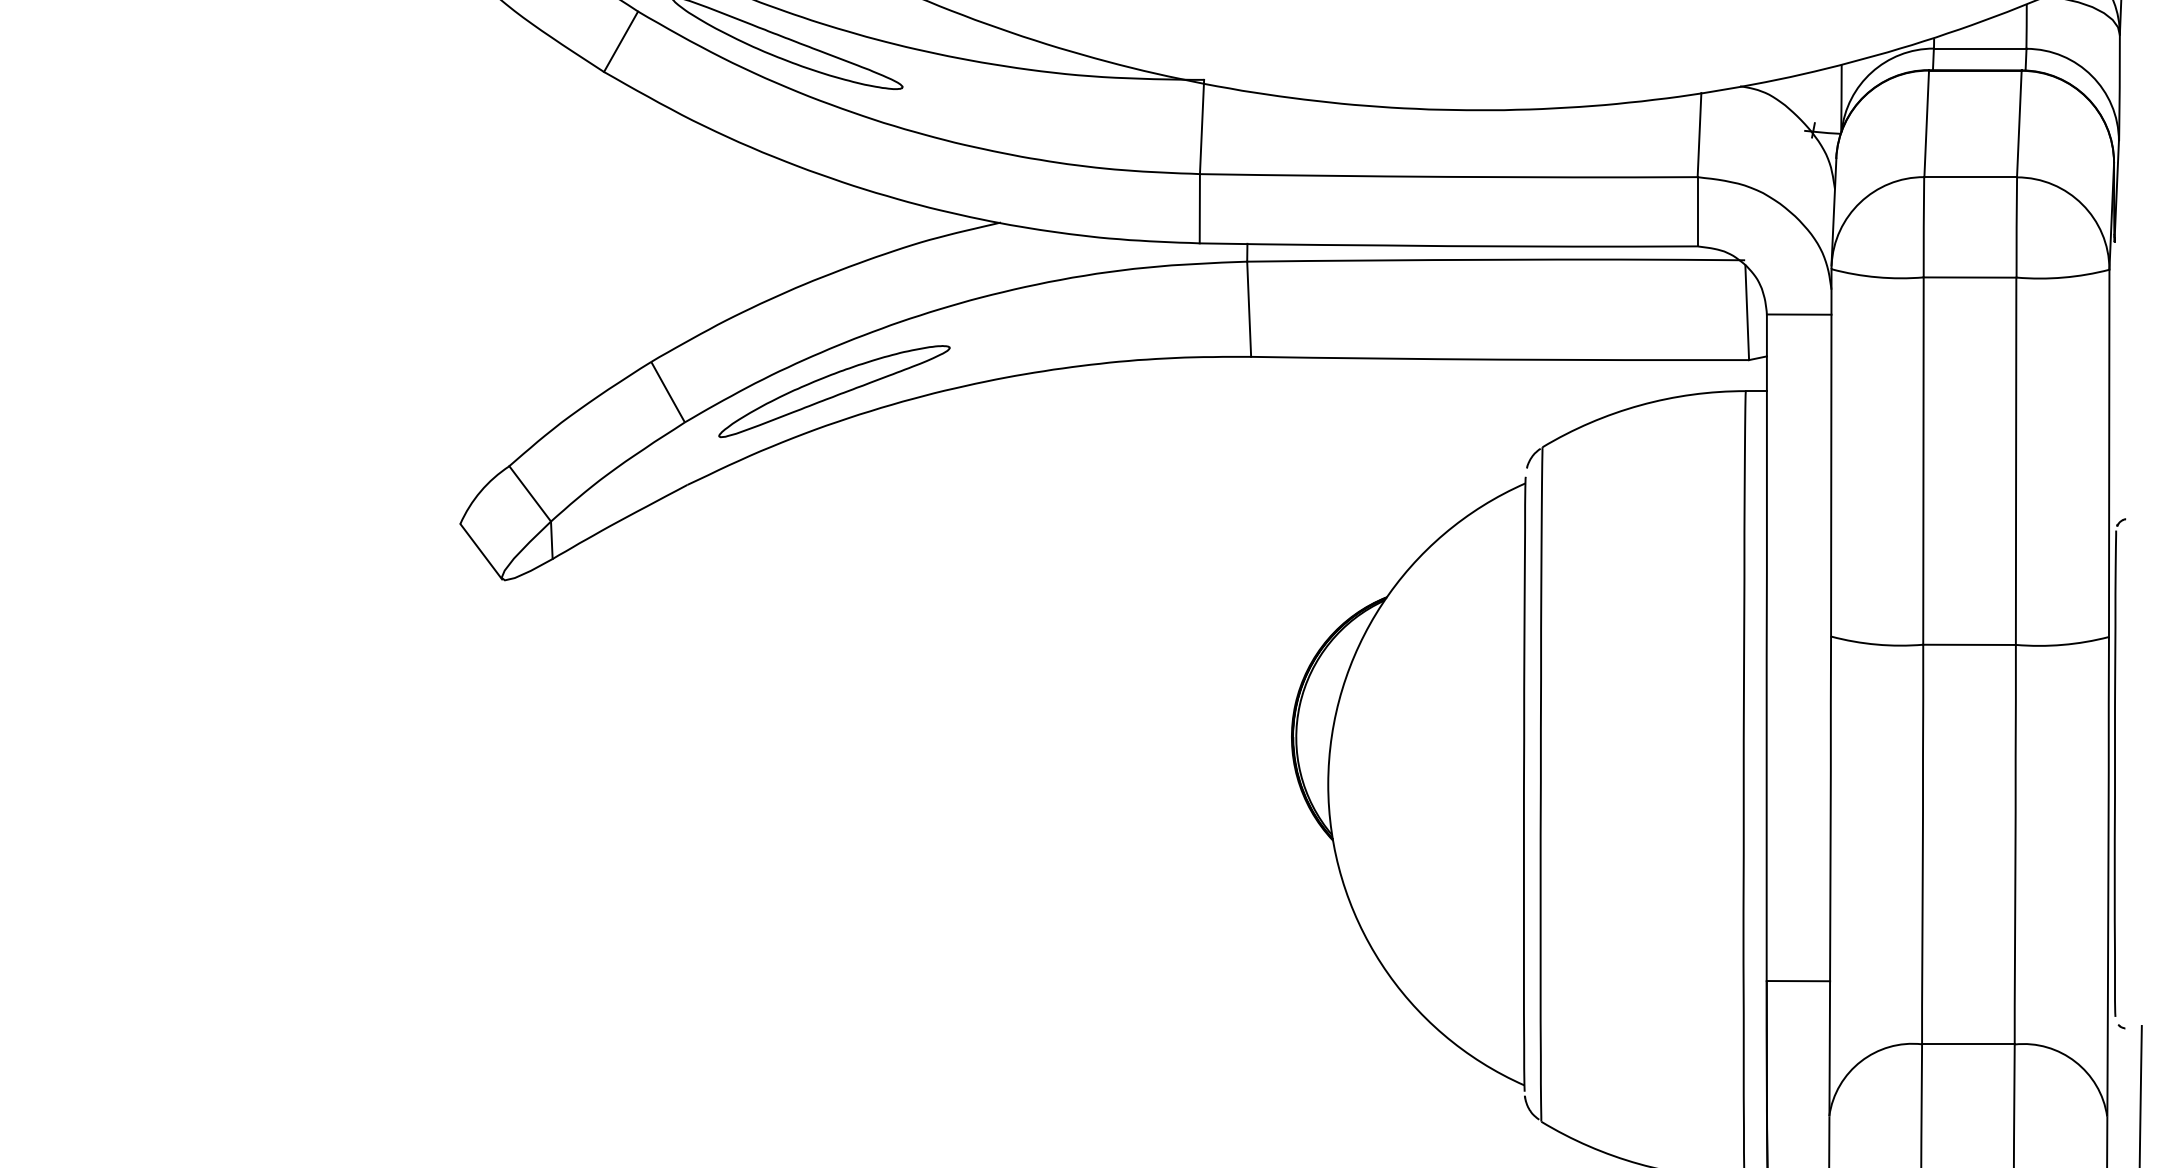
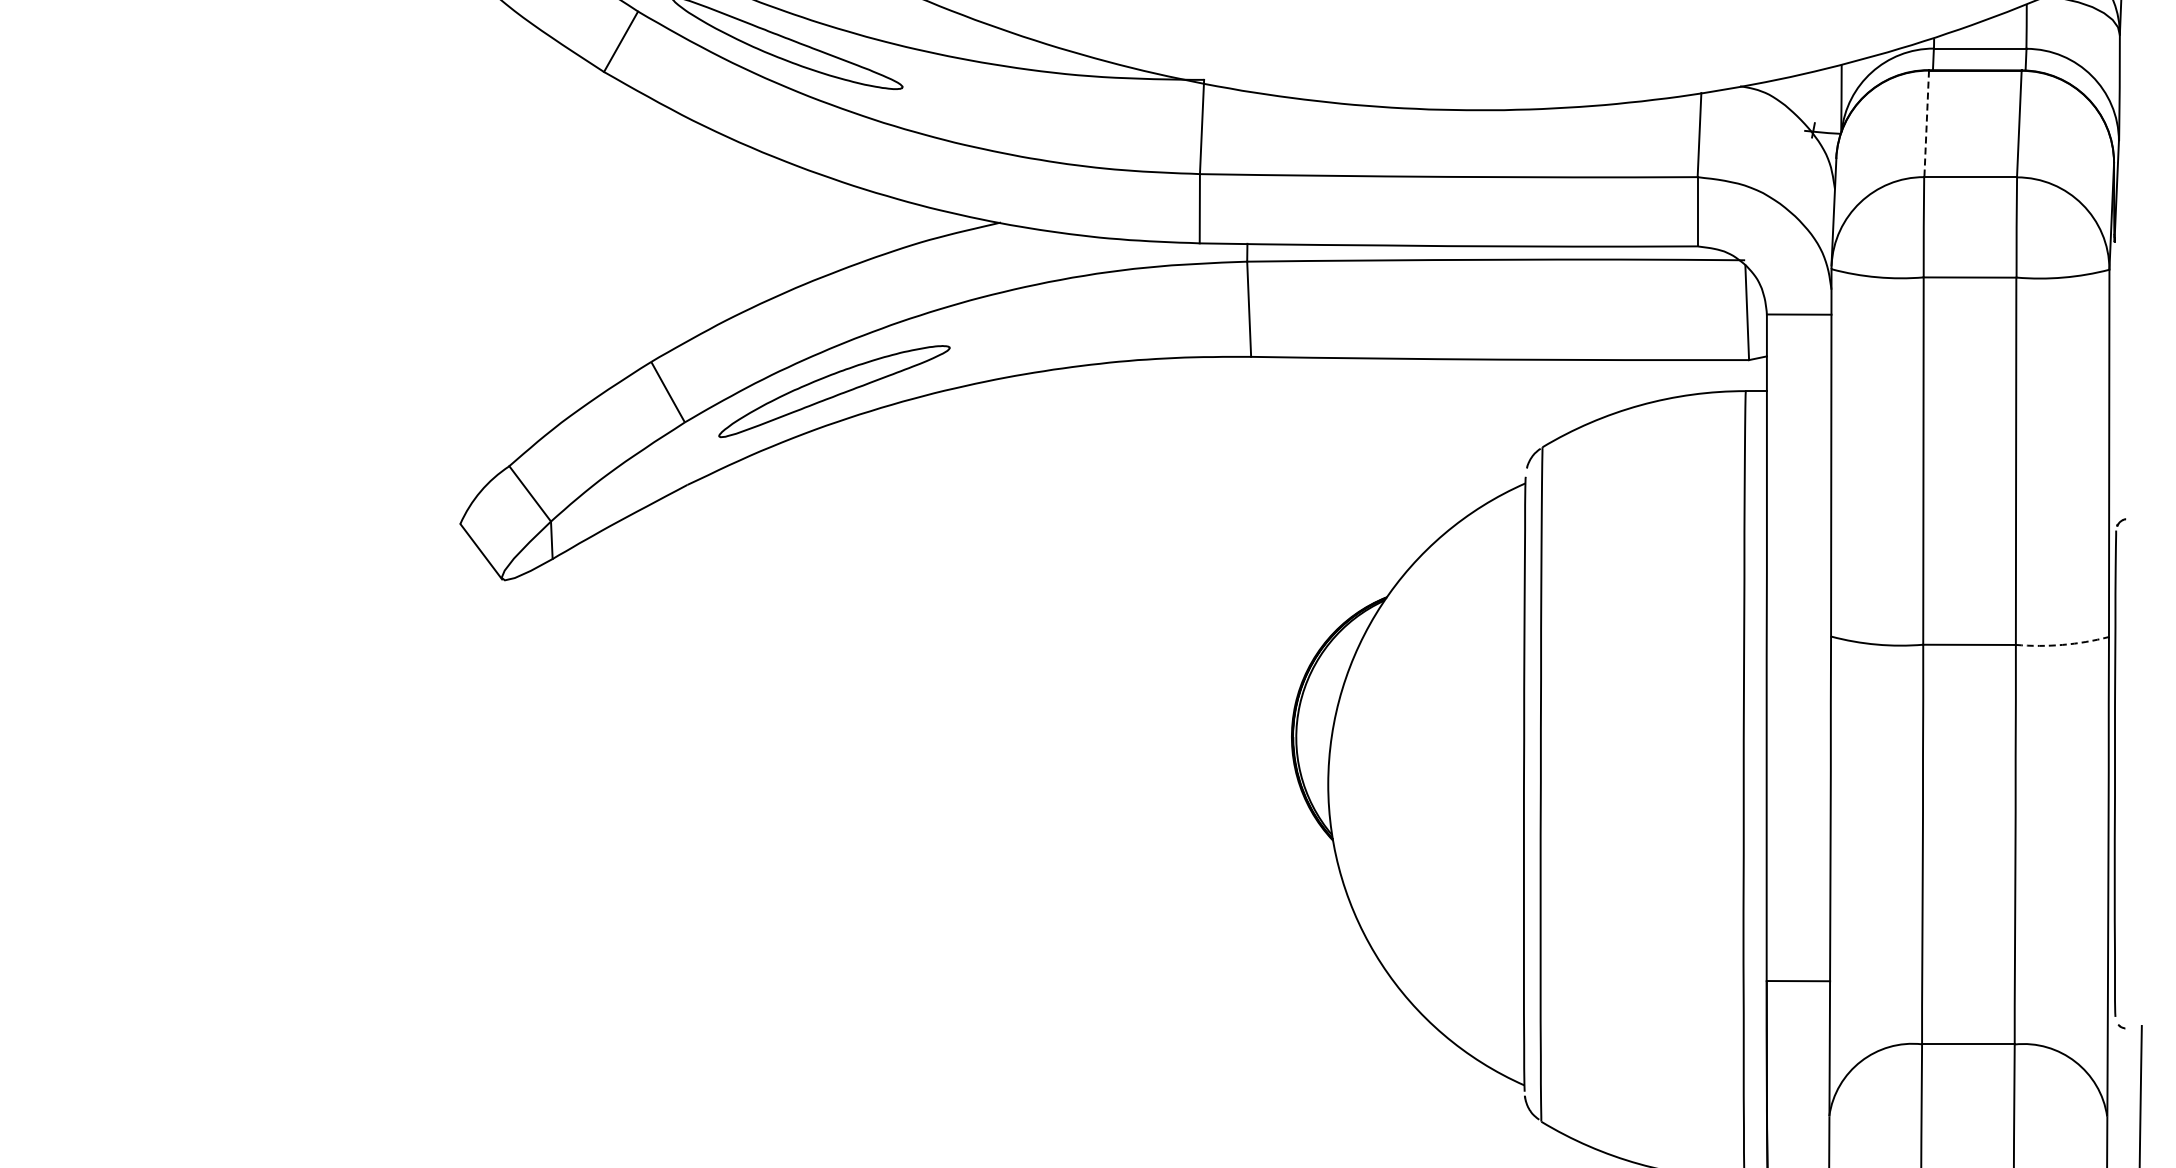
line at (1926, 124): solid -> dashed
arc at (2062, 644): solid -> dashed
